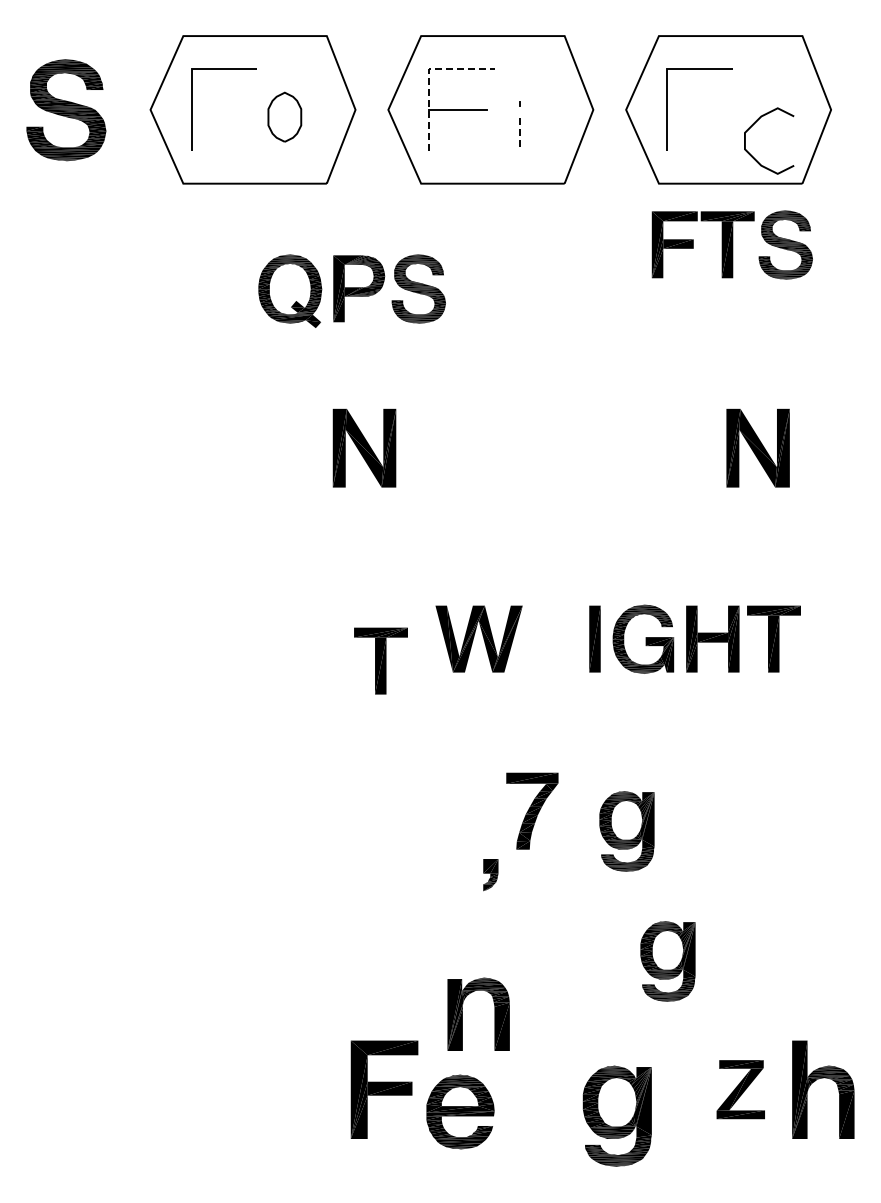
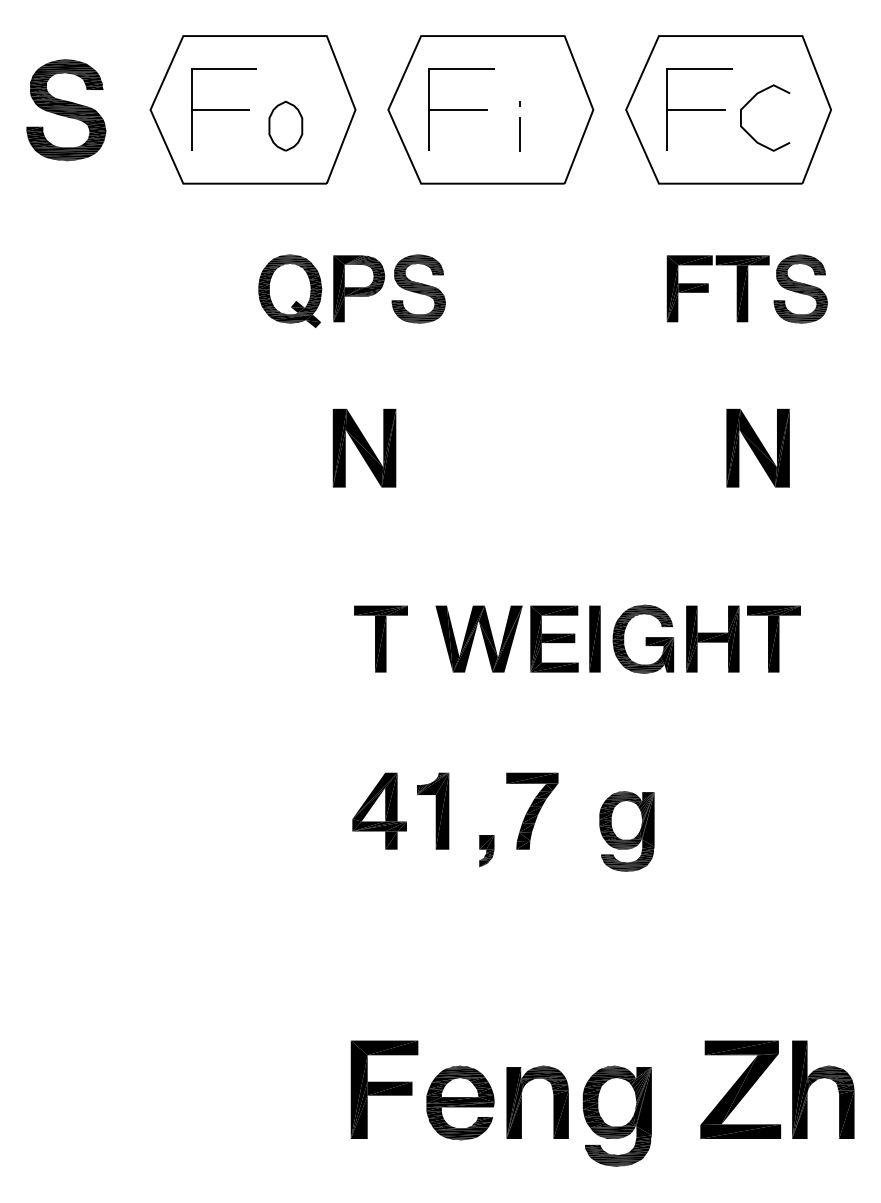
line at (429, 75): dashed -> solid
line at (219, 109): none -> present
line at (695, 109): none -> present
part at (284, 116) position: (284, 116) -> (285, 125)
curve at (754, 124) position: (754, 124) -> (750, 101)
line at (519, 134): dashed -> solid
part at (731, 244) position: (731, 244) -> (746, 288)
part at (554, 638): none -> present
part at (380, 660) position: (380, 660) -> (380, 638)
part at (379, 810): none -> present
part at (433, 810): none -> present
part at (490, 875) position: (490, 875) -> (486, 851)
part at (667, 961): present -> none
part at (462, 1013) position: (462, 1013) -> (521, 1101)
part at (740, 1089) size: 49x60 px -> 82x99 px
part at (460, 1111) position: (460, 1111) -> (460, 1102)
